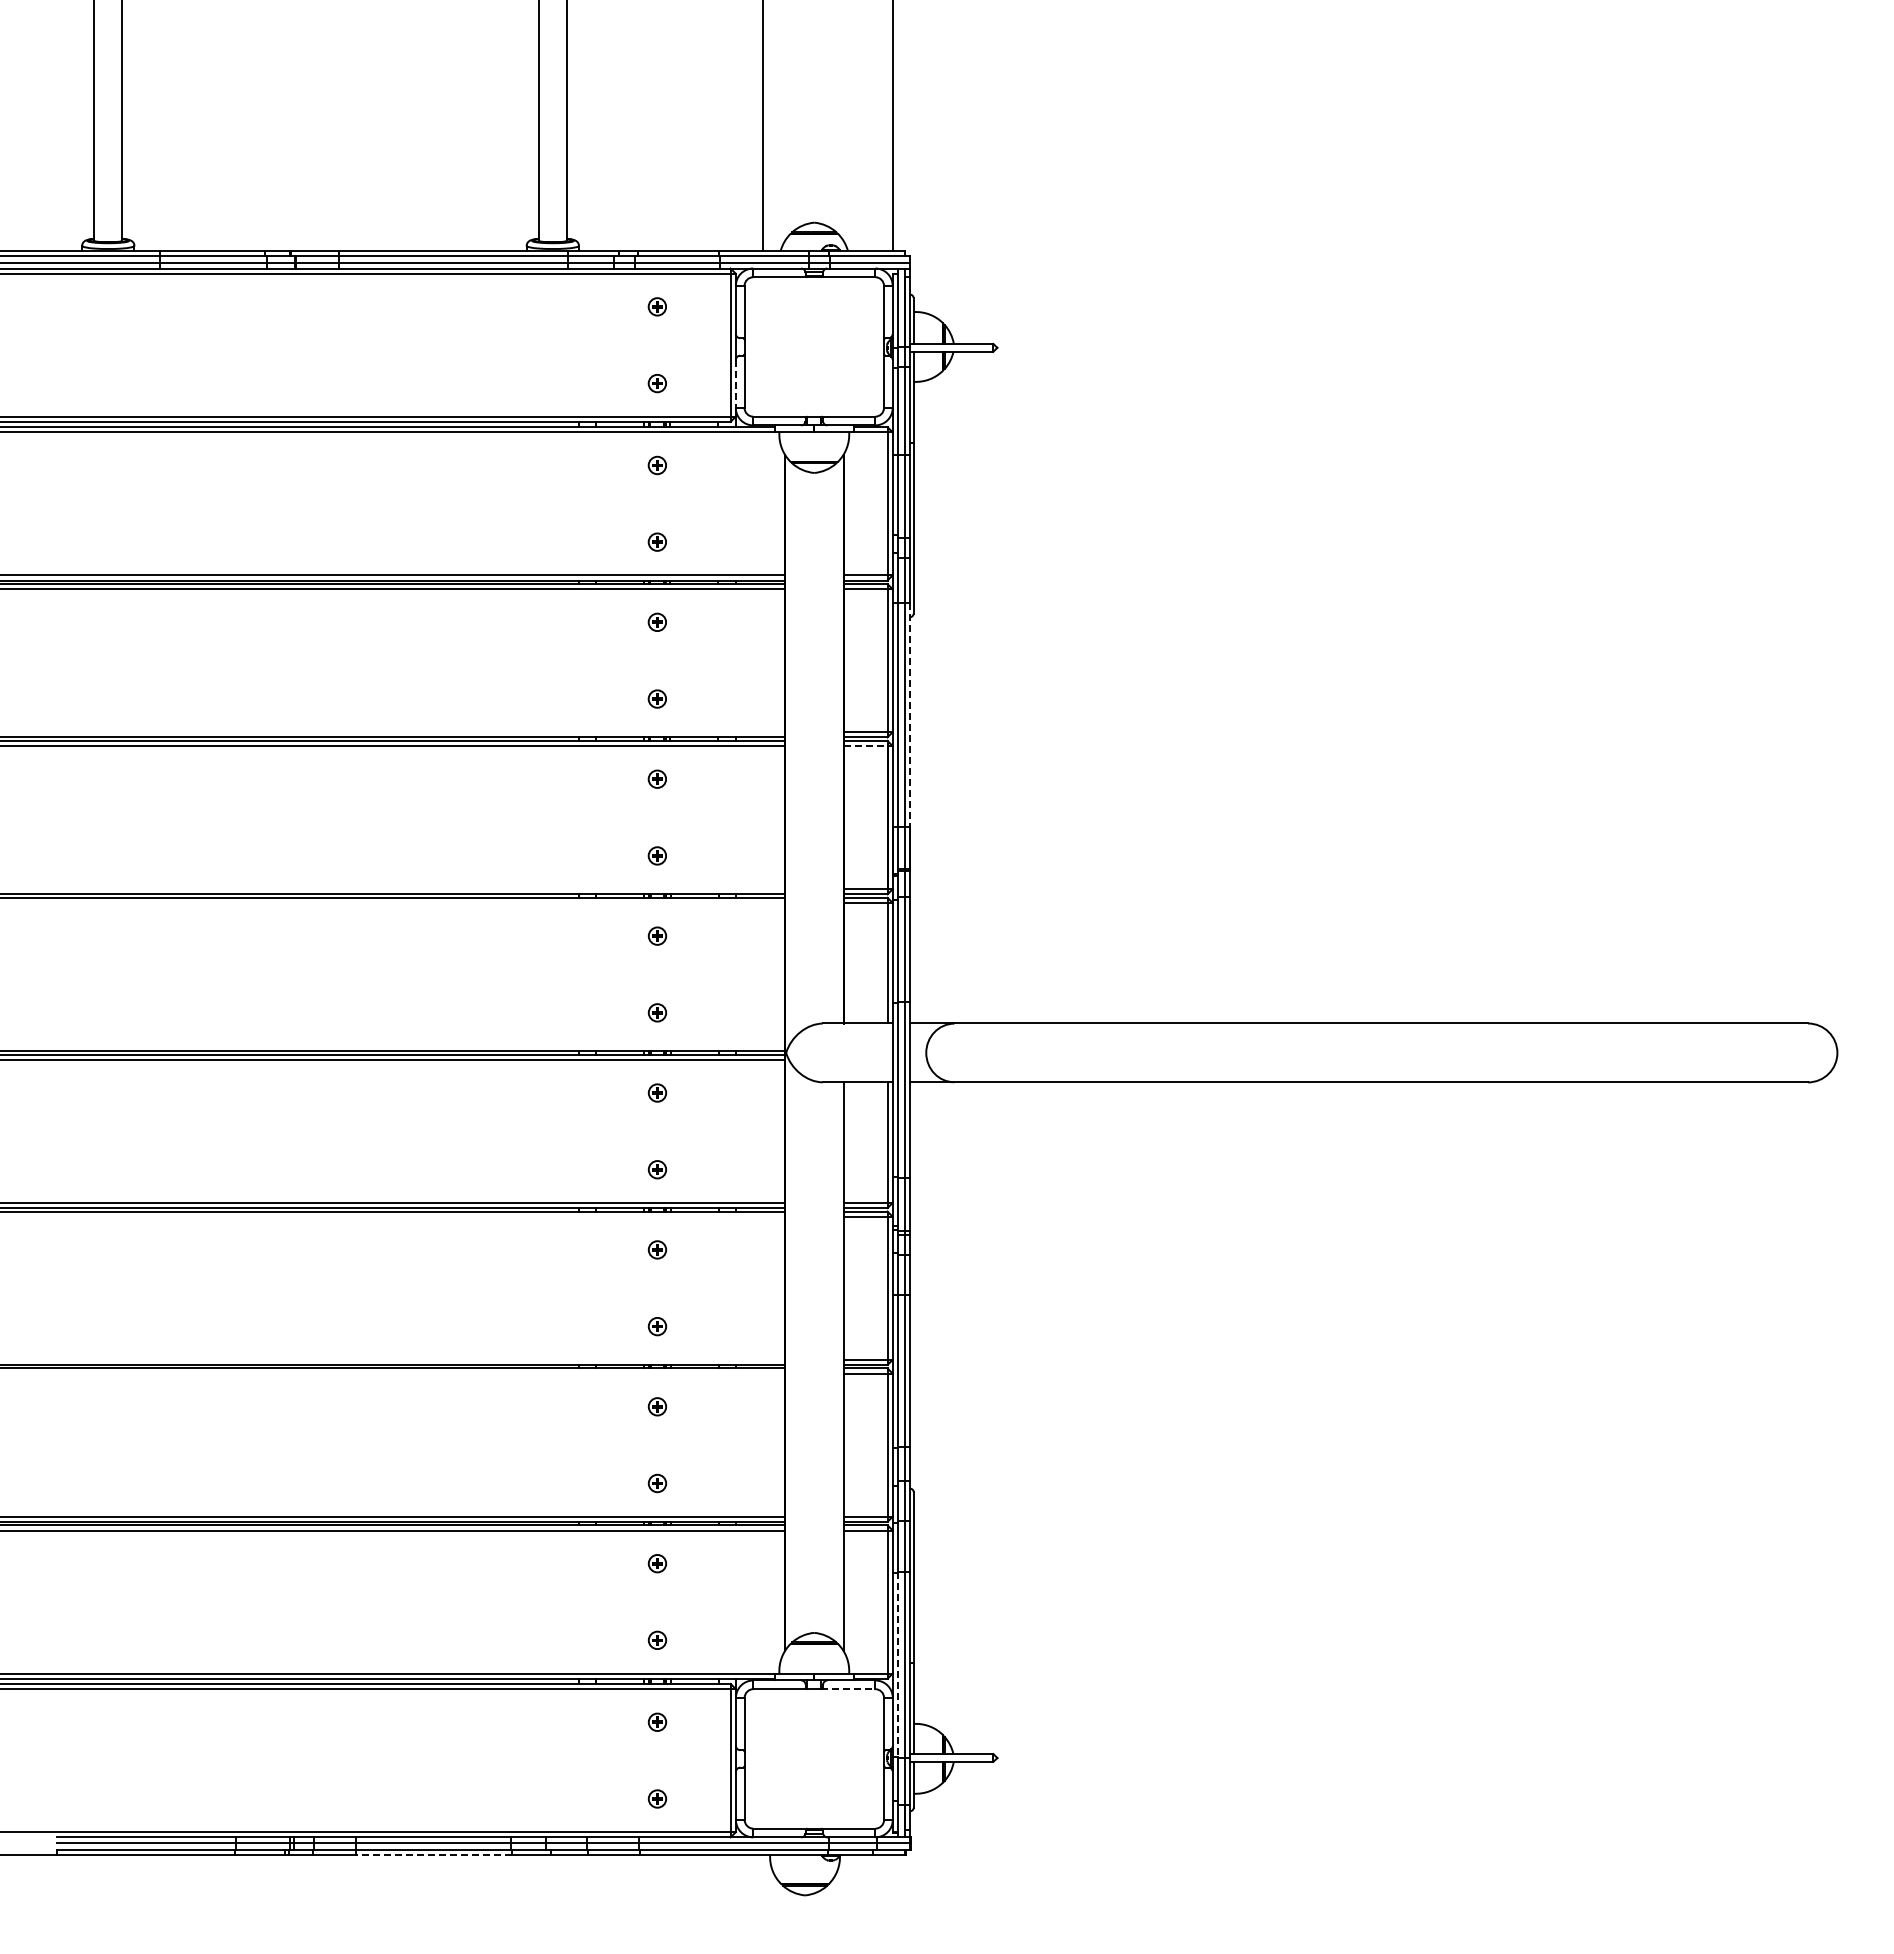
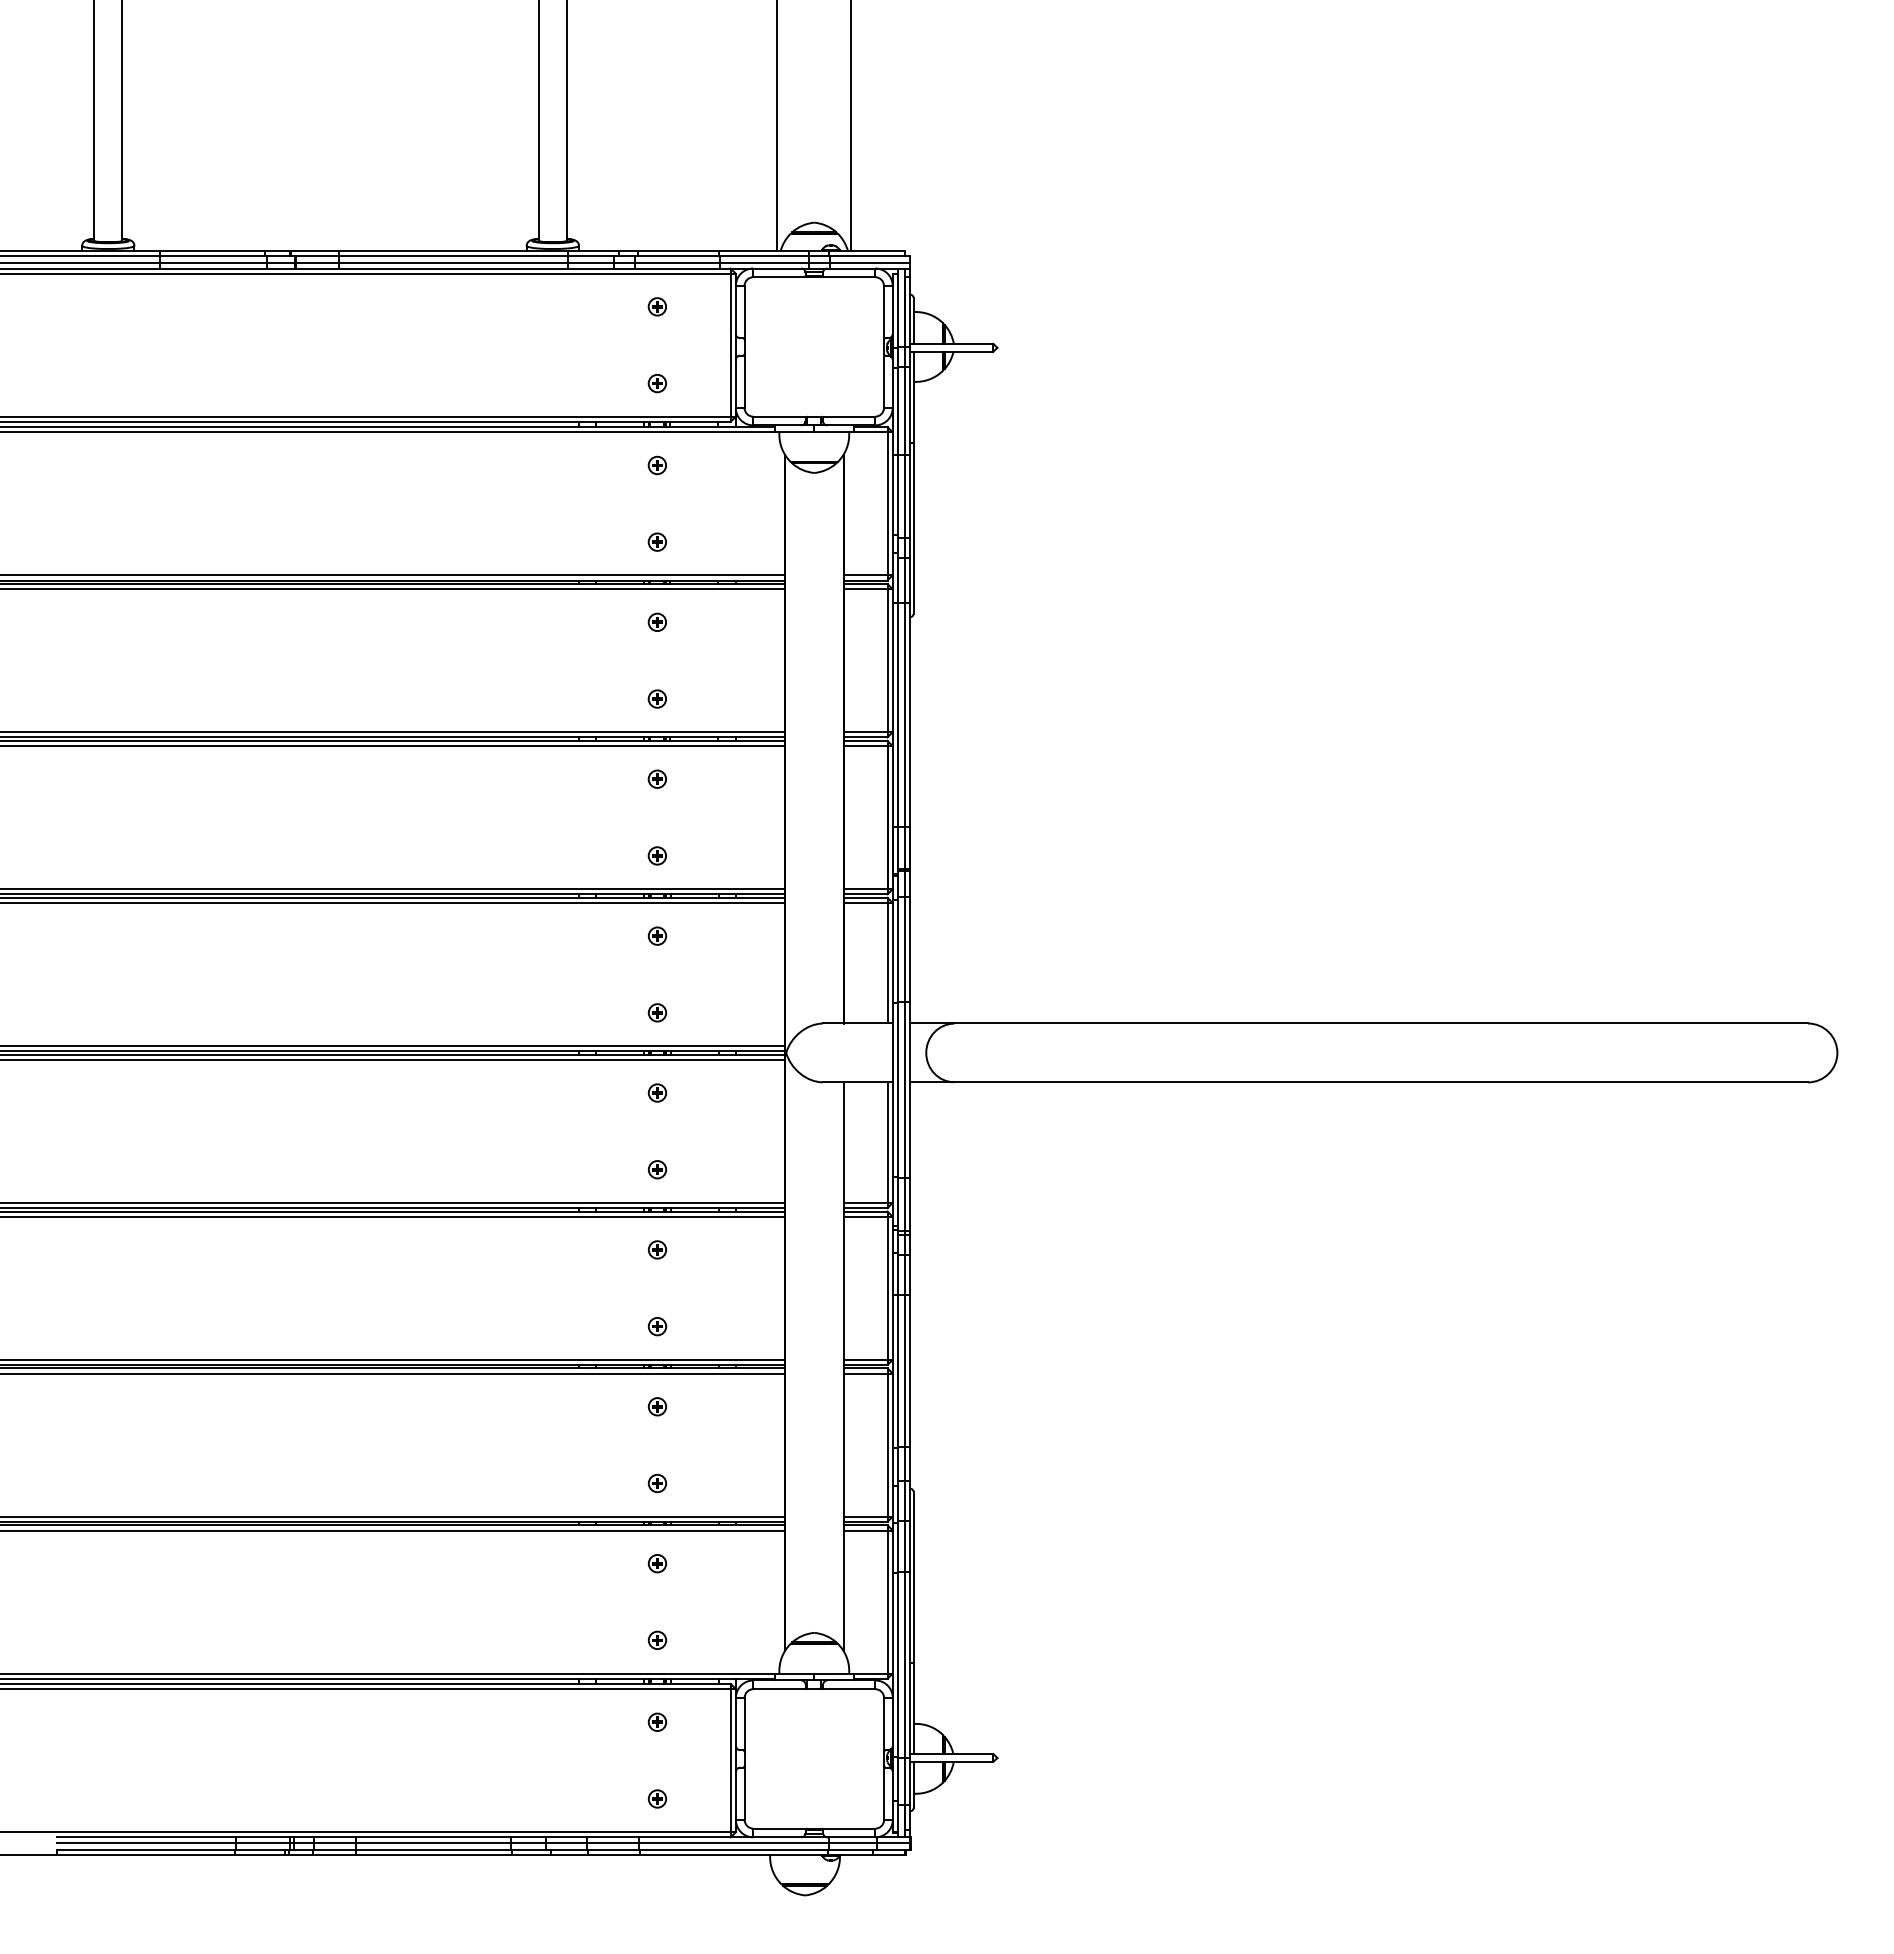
line at (763, 126) position: (763, 126) -> (777, 126)
line at (893, 126) position: (893, 126) -> (851, 126)
line at (735, 384): dashed -> solid
line at (910, 715): dashed -> solid
line at (393, 732): none -> present
line at (865, 746): dashed -> solid
line at (393, 889): none -> present
line at (393, 903): none -> present
line at (393, 1045): none -> present
line at (393, 1216): none -> present
line at (393, 1359): none -> present
line at (393, 1373): none -> present
line at (898, 1665): dashed -> solid
line at (848, 1689): dashed -> solid
line at (434, 1854): dashed -> solid
